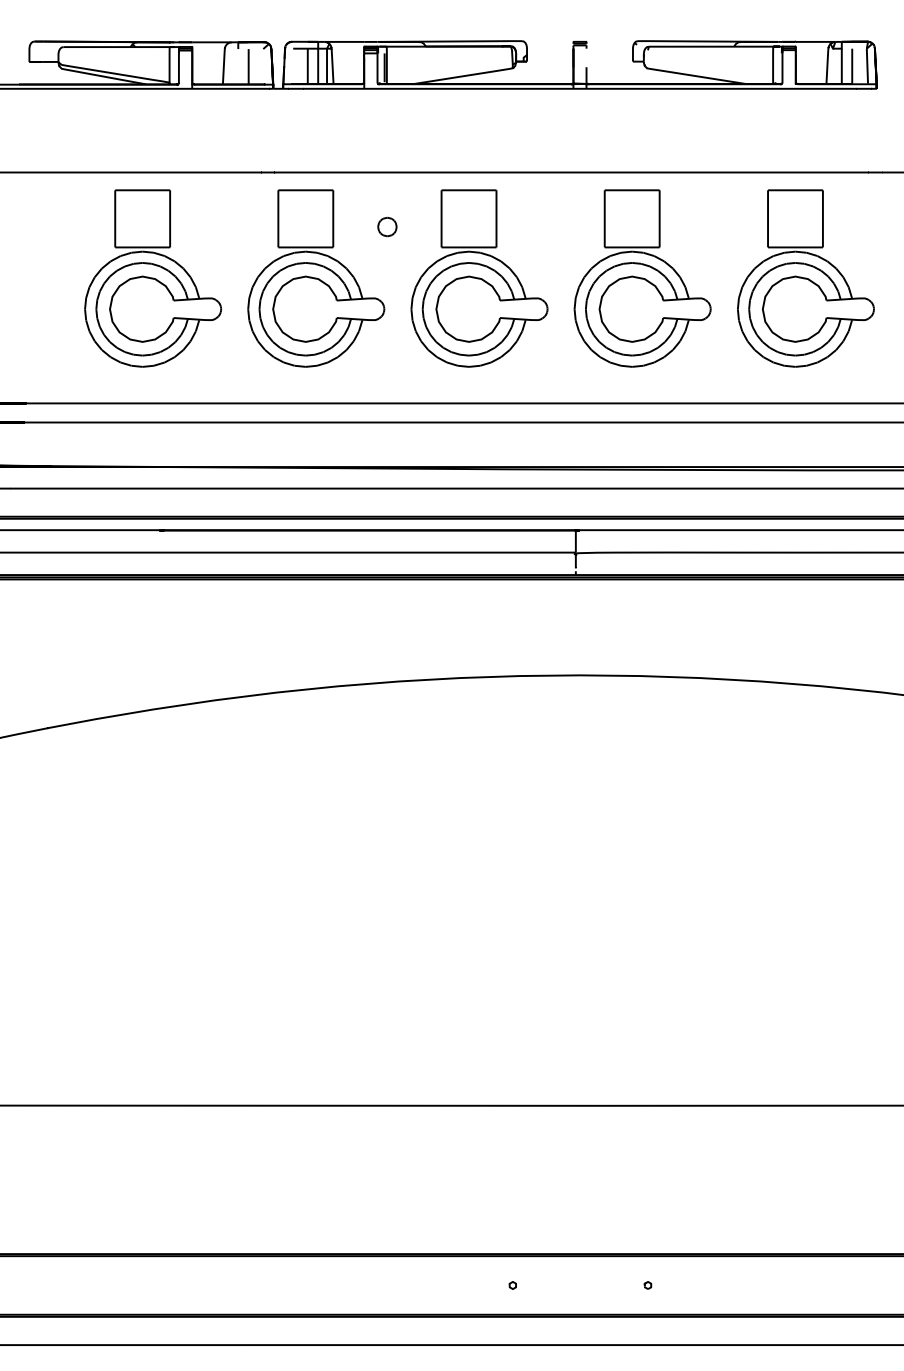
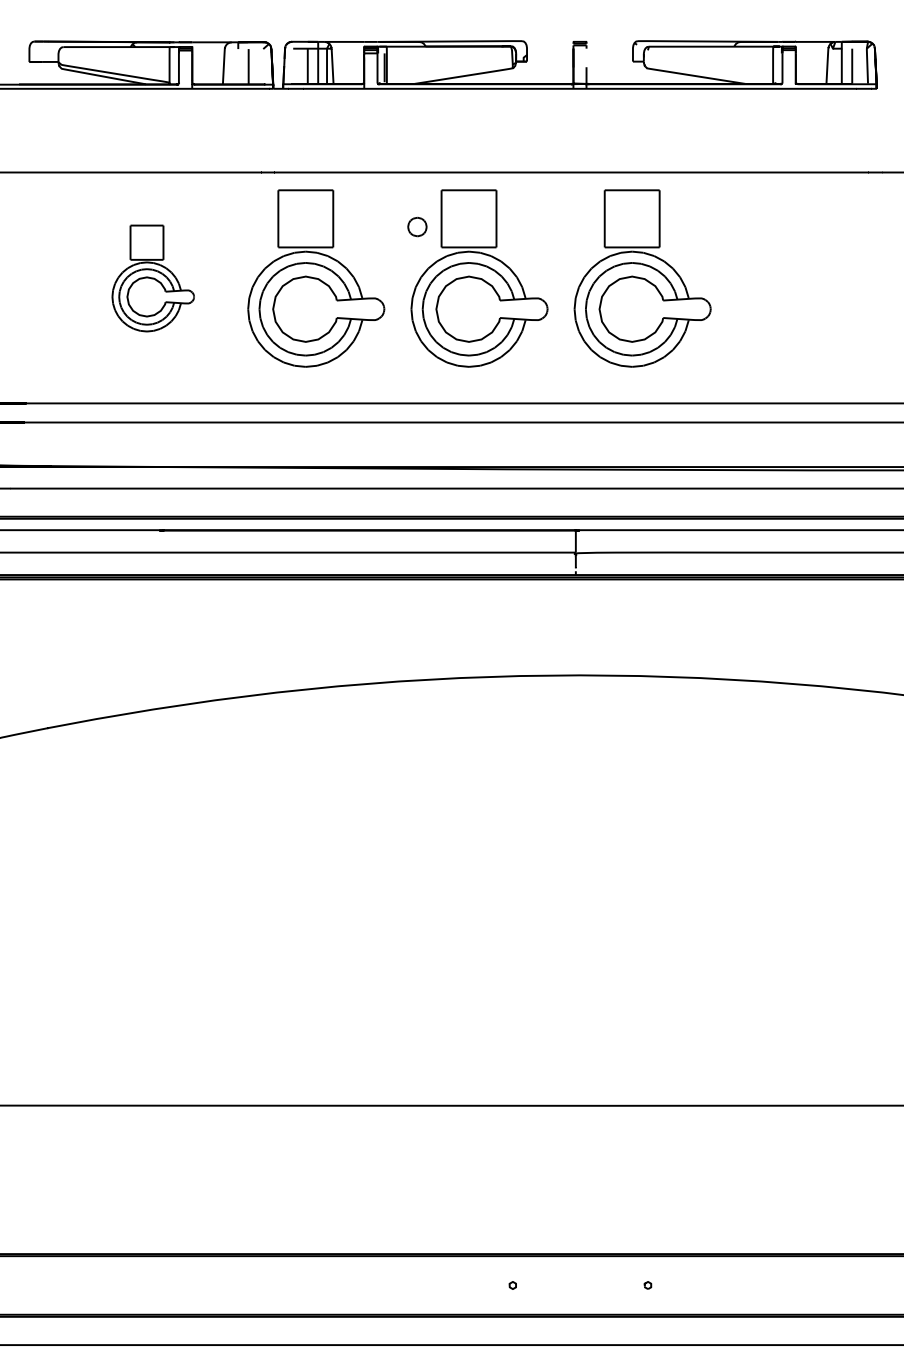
part at (387, 226) position: (387, 226) -> (417, 226)
part at (153, 278) size: 139x179 px -> 84x109 px
part at (805, 278): present -> none
